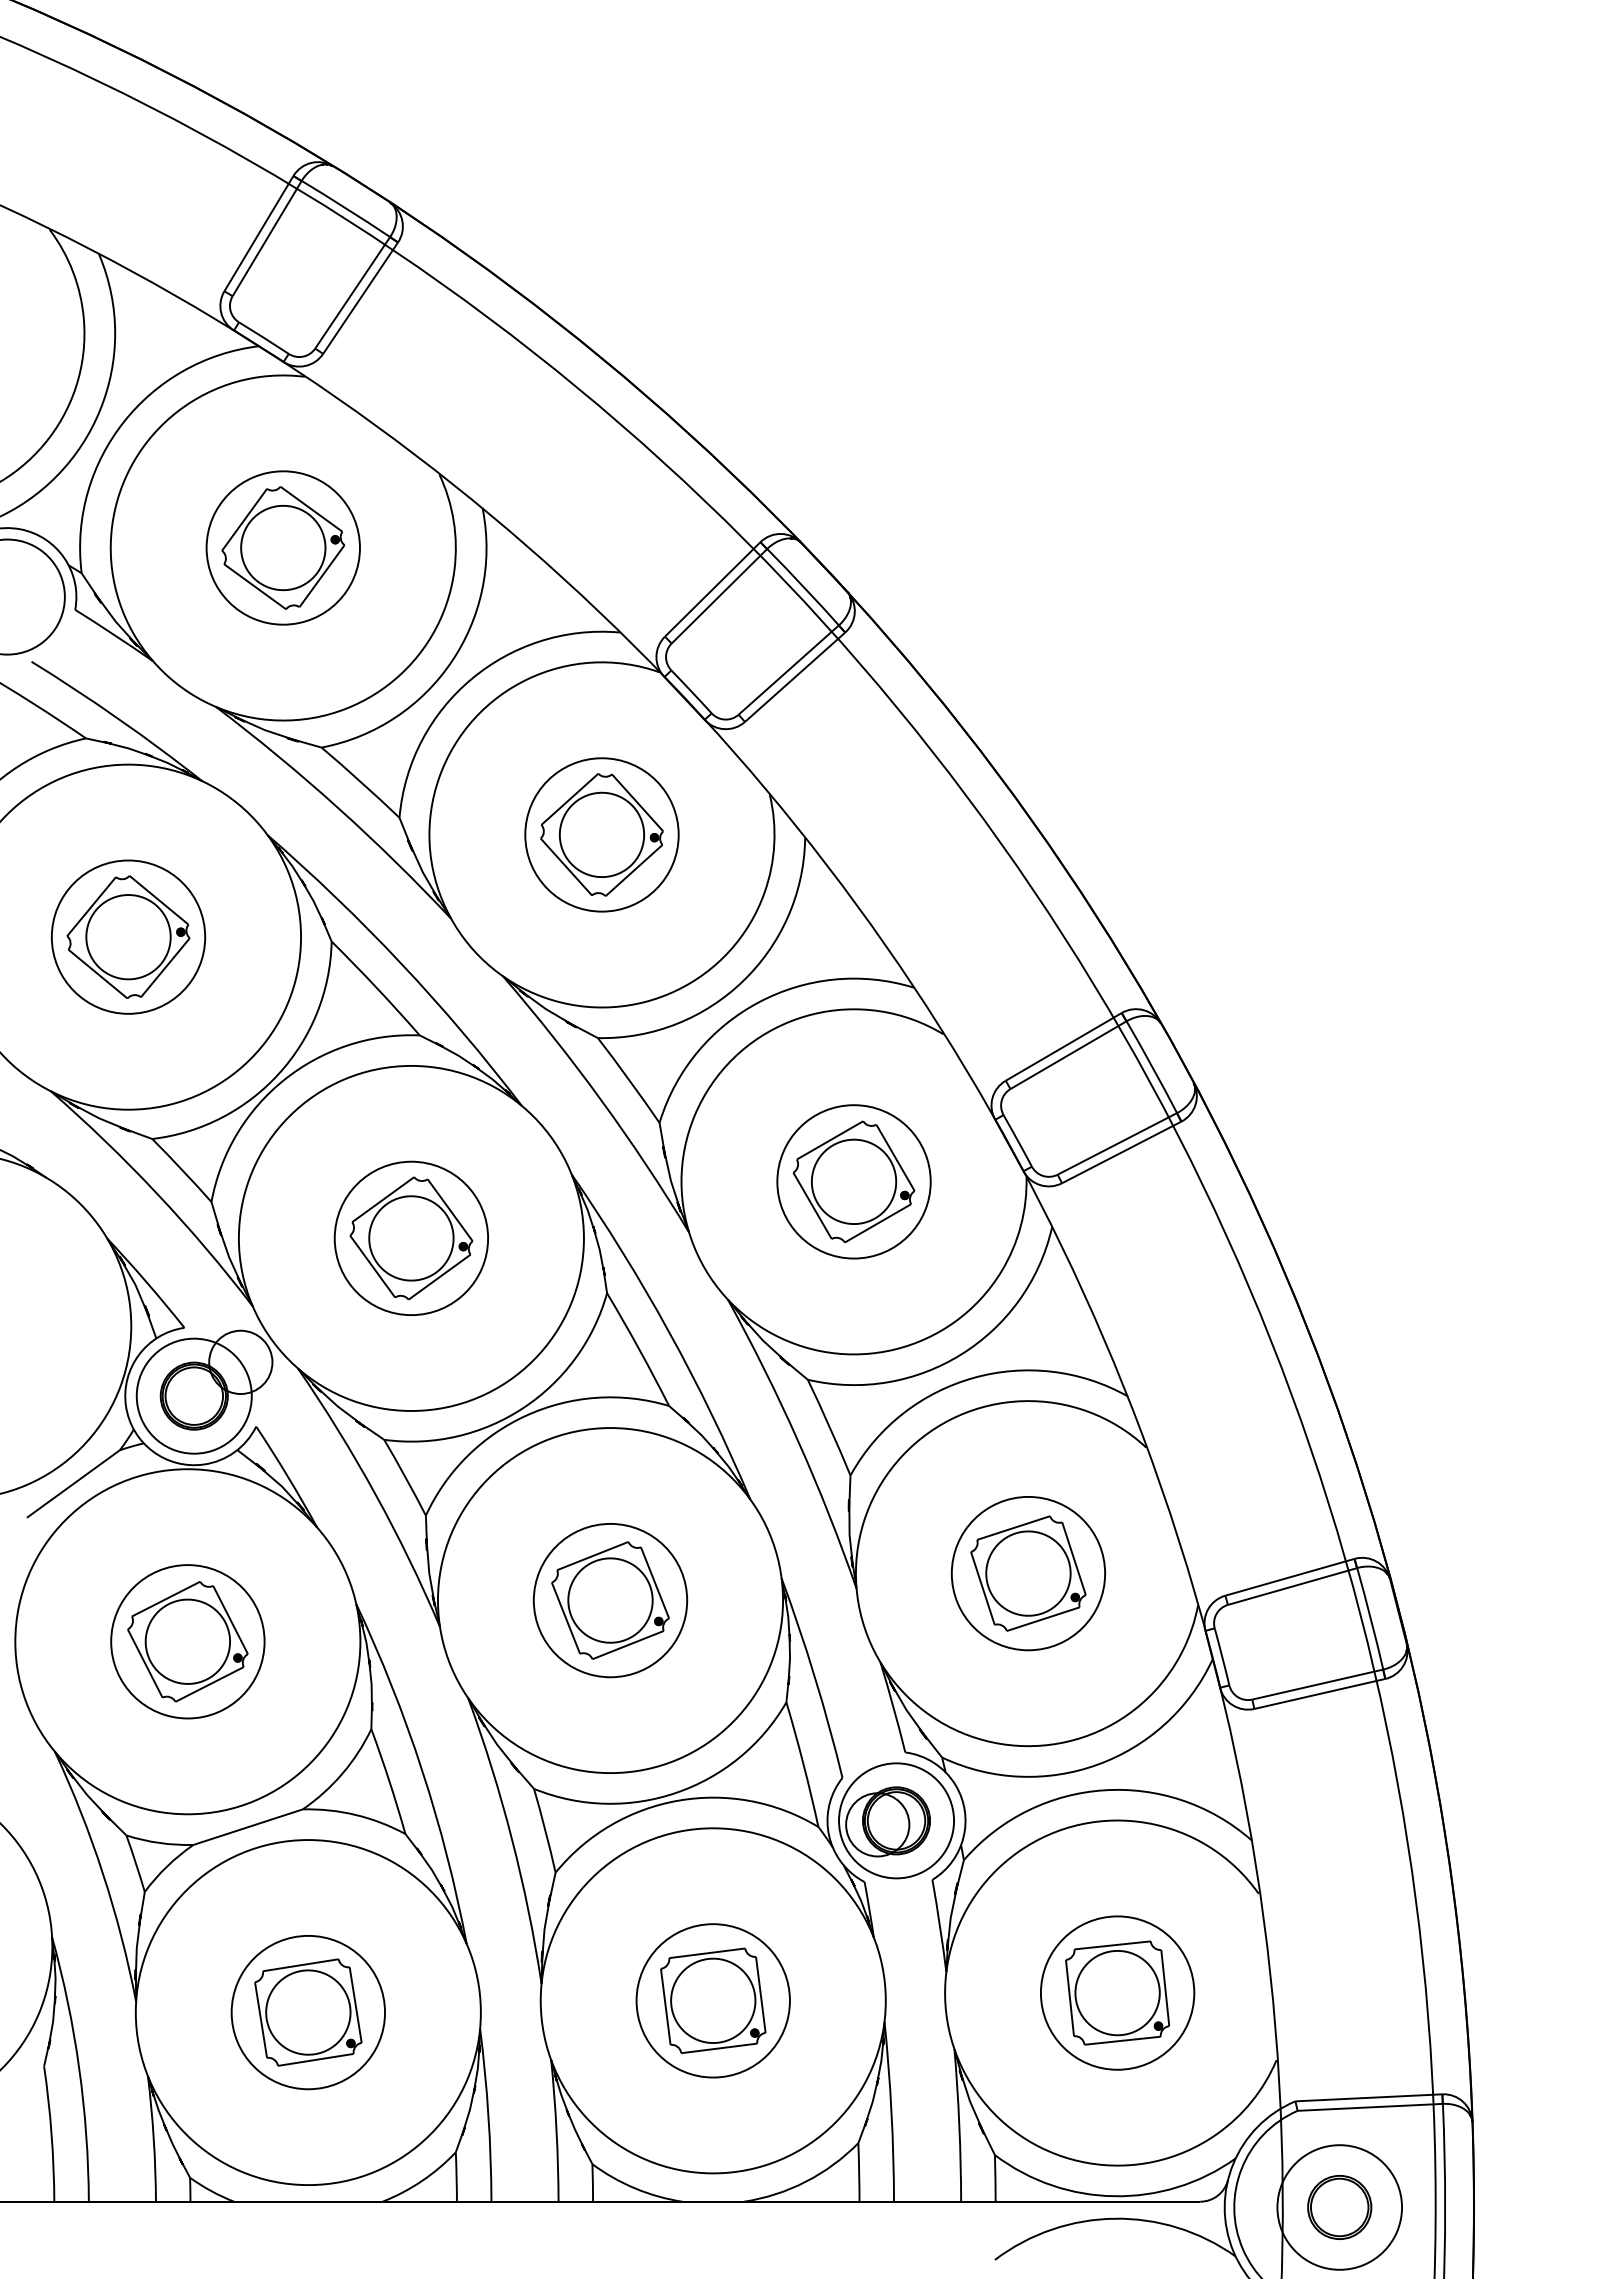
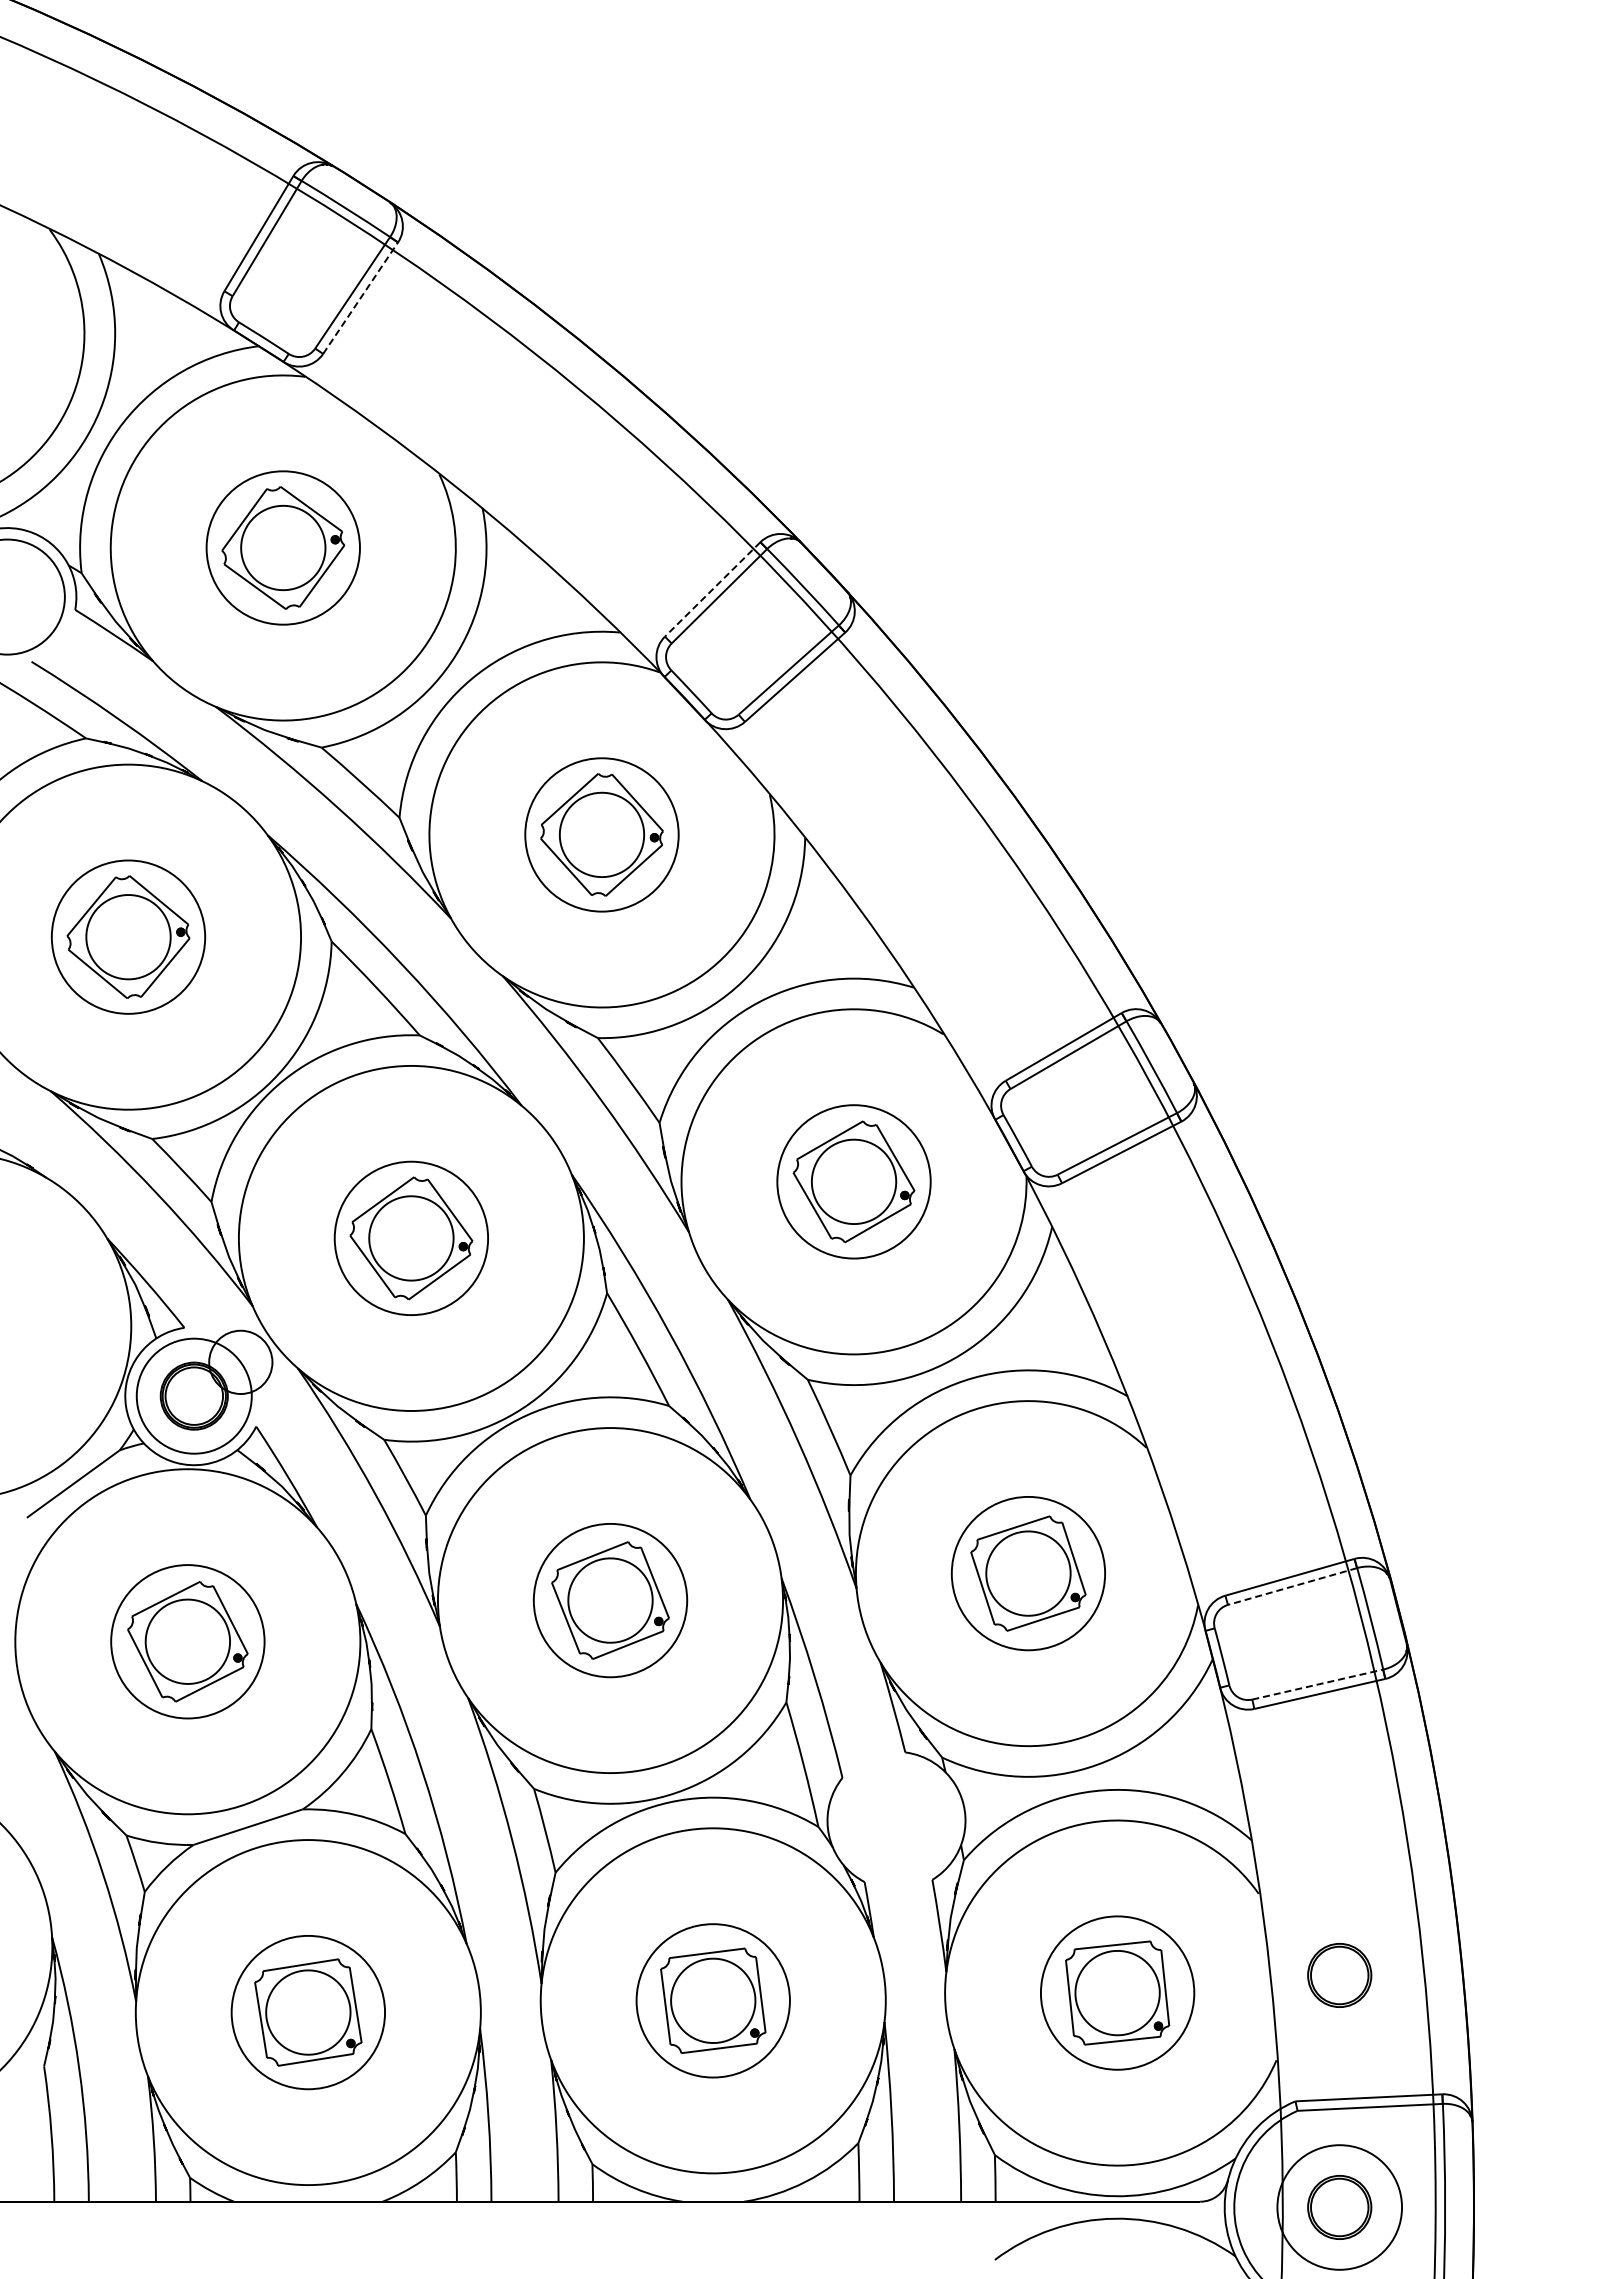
line at (360, 297): solid -> dashed
line at (712, 589): solid -> dashed
line at (1292, 1586): solid -> dashed
line at (1318, 1684): solid -> dashed
part at (896, 1820): present -> none
part at (1339, 1975): none -> present
